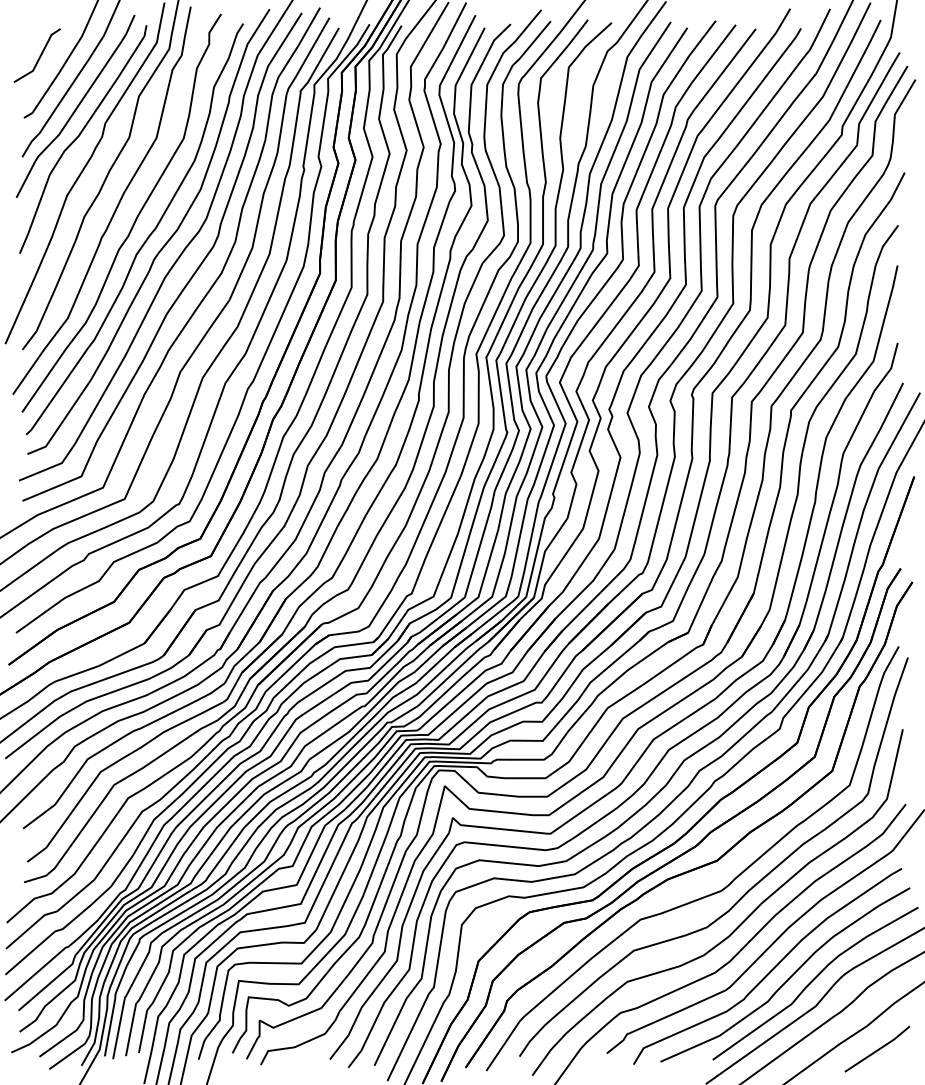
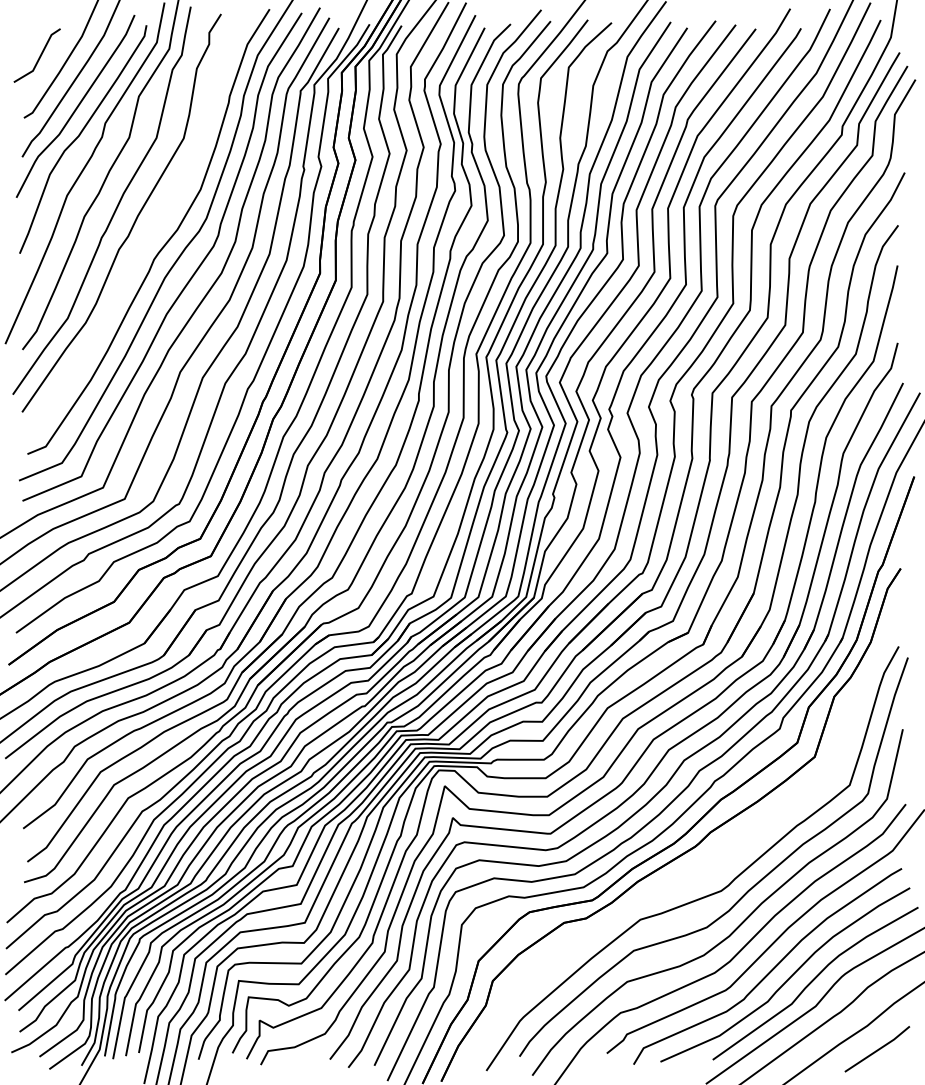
curve at (145, 239): present -> none
part at (703, 864): present -> none
